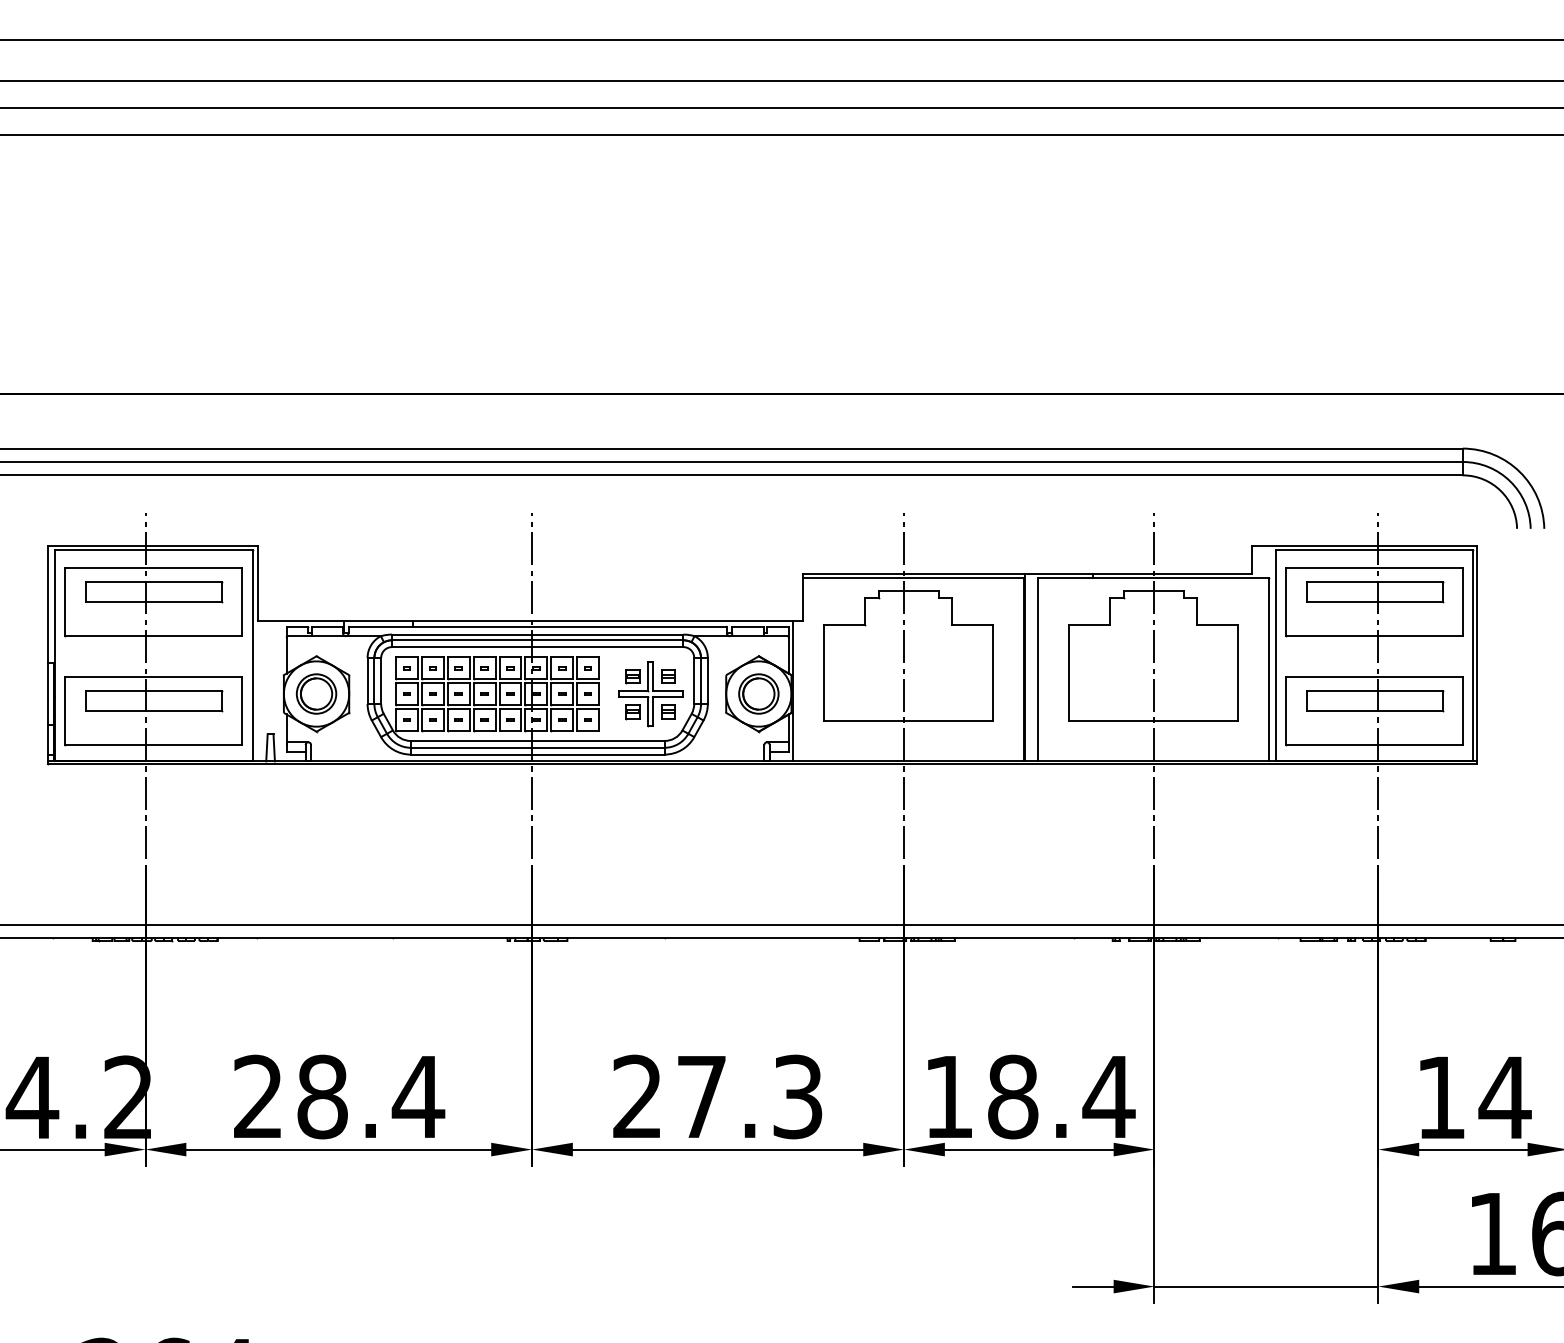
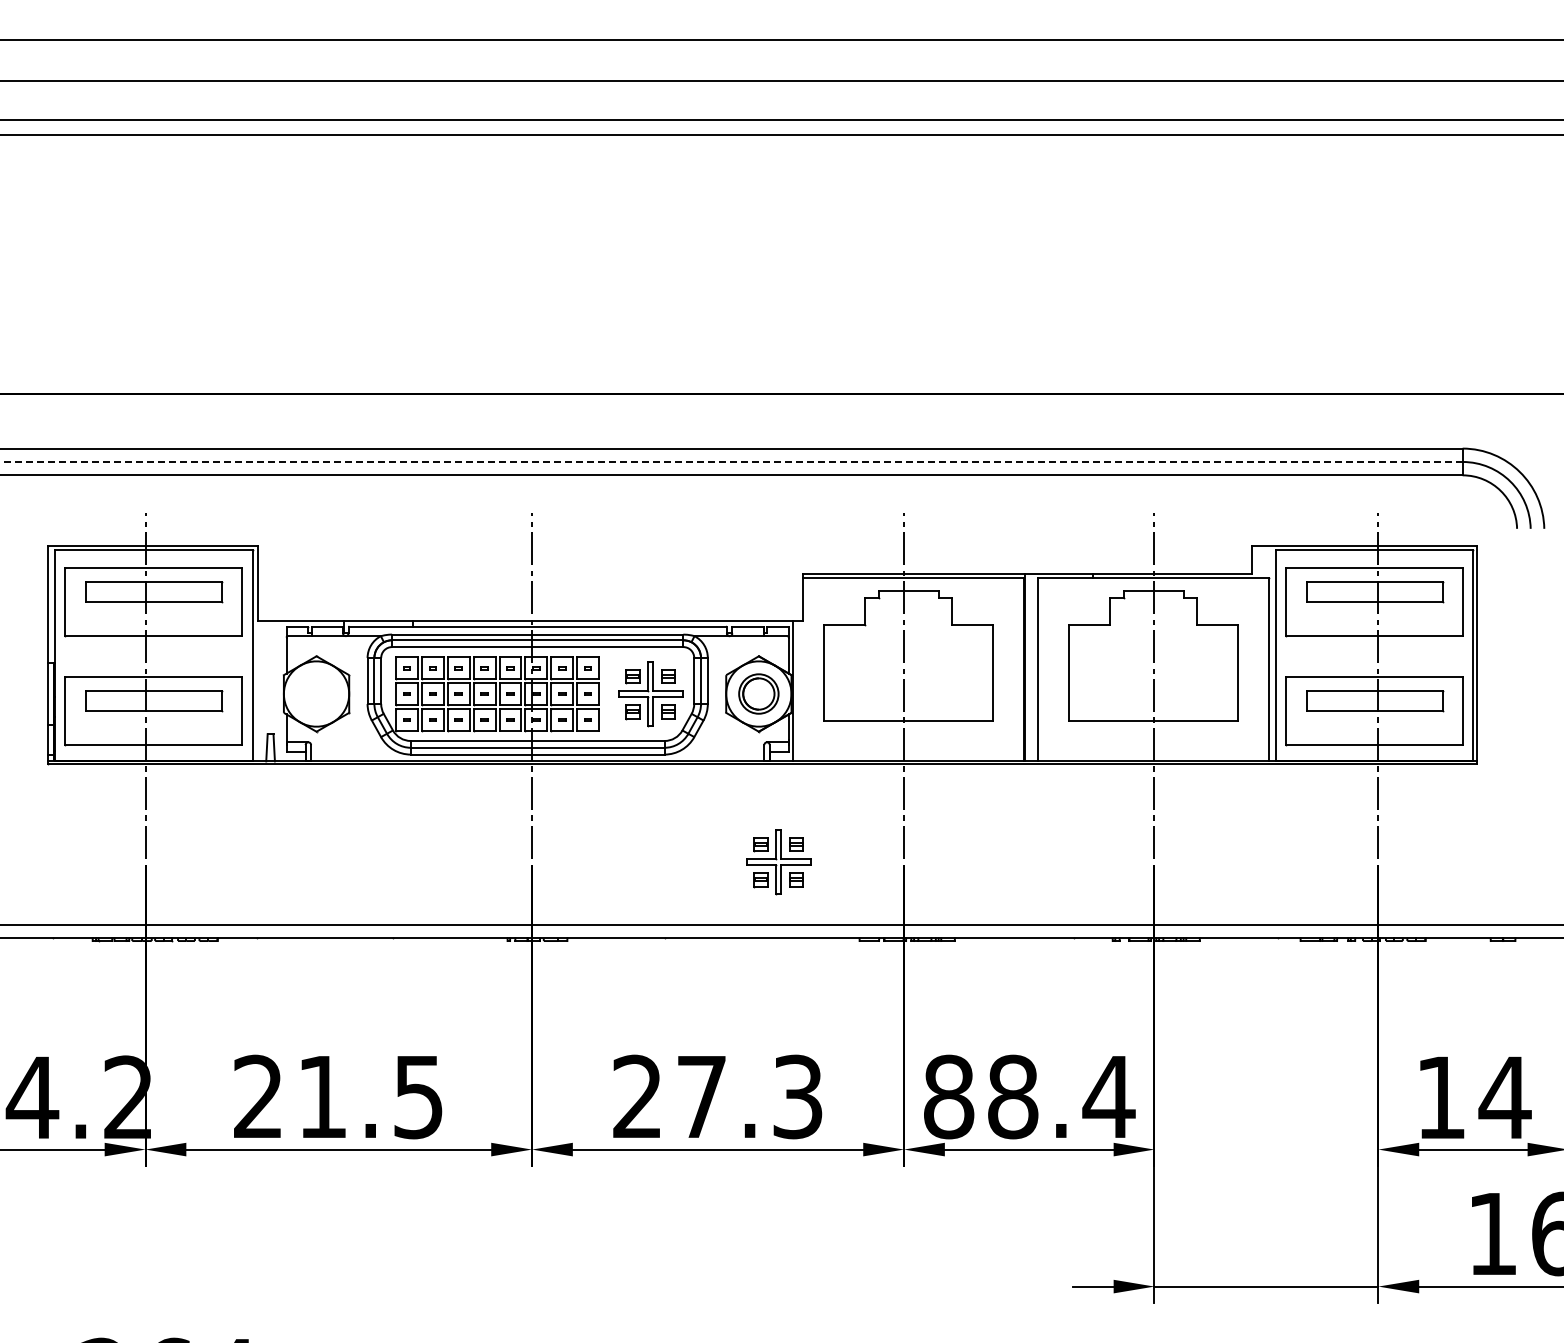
line at (781, 108) position: (781, 108) -> (781, 120)
line at (730, 461): solid -> dashed
part at (316, 693): present -> none
part at (778, 862): none -> present
text at (371, 1096): 28.4 -> 21.5
text at (949, 1096): 18.4 -> 88.4
